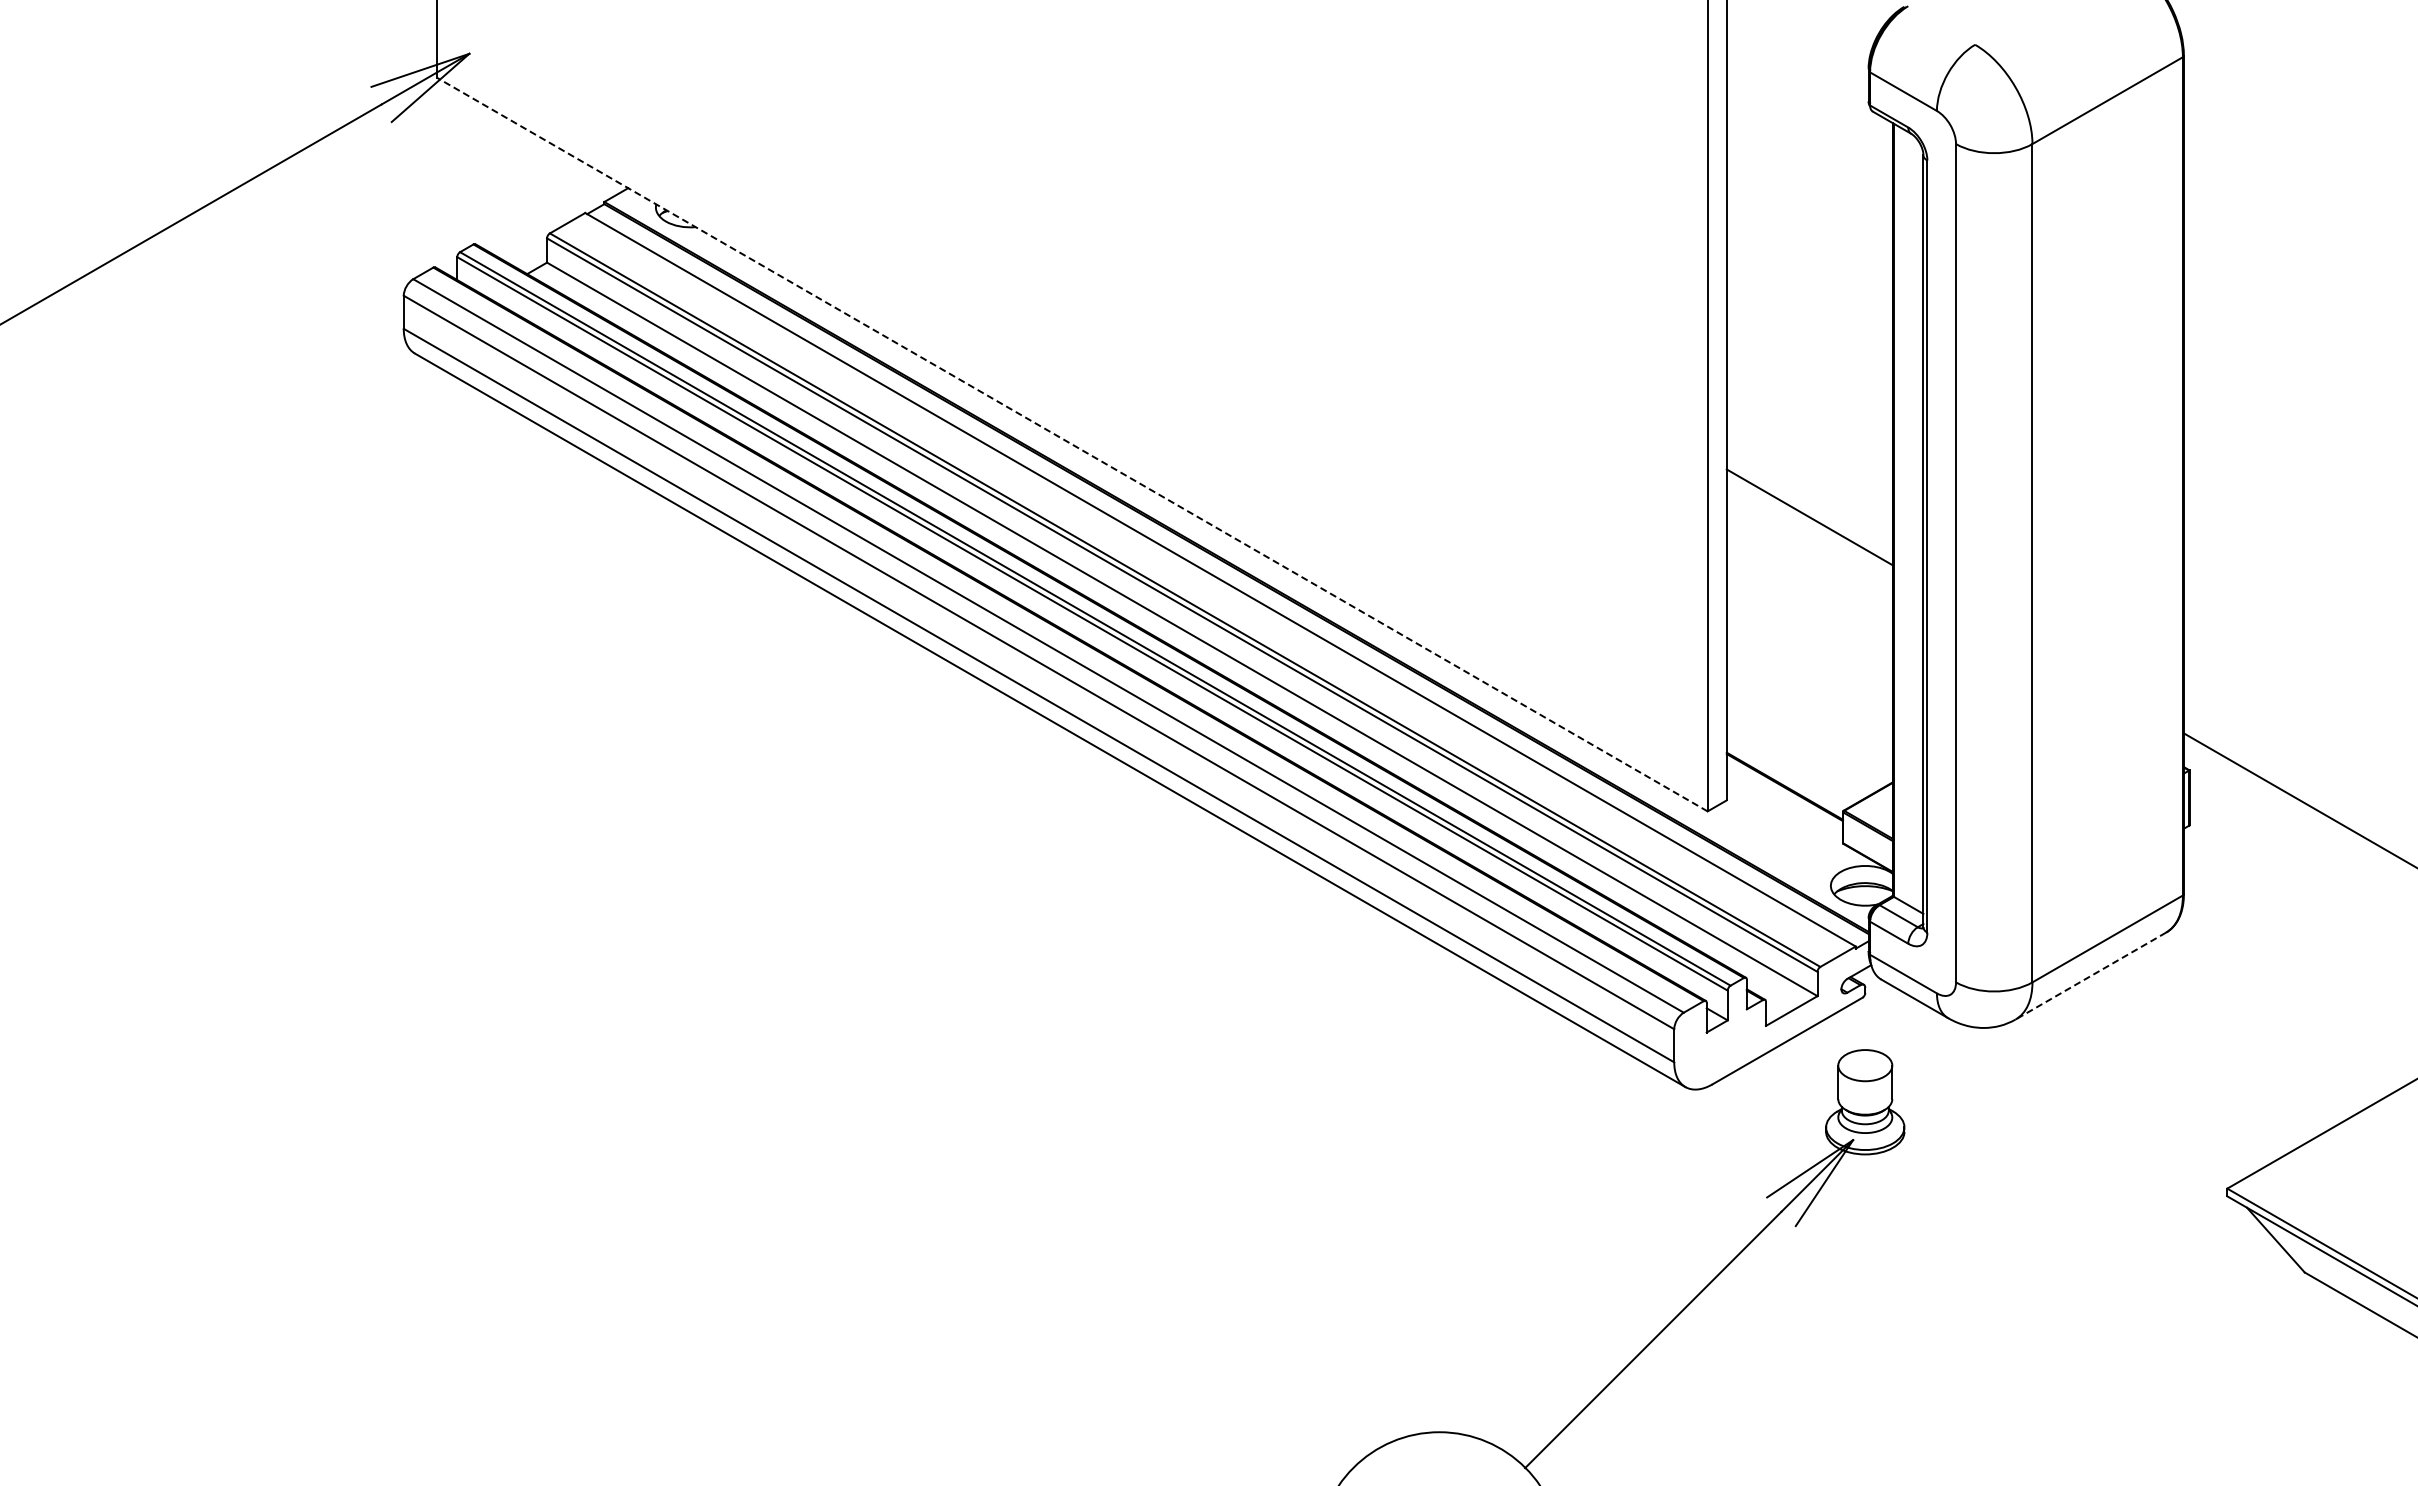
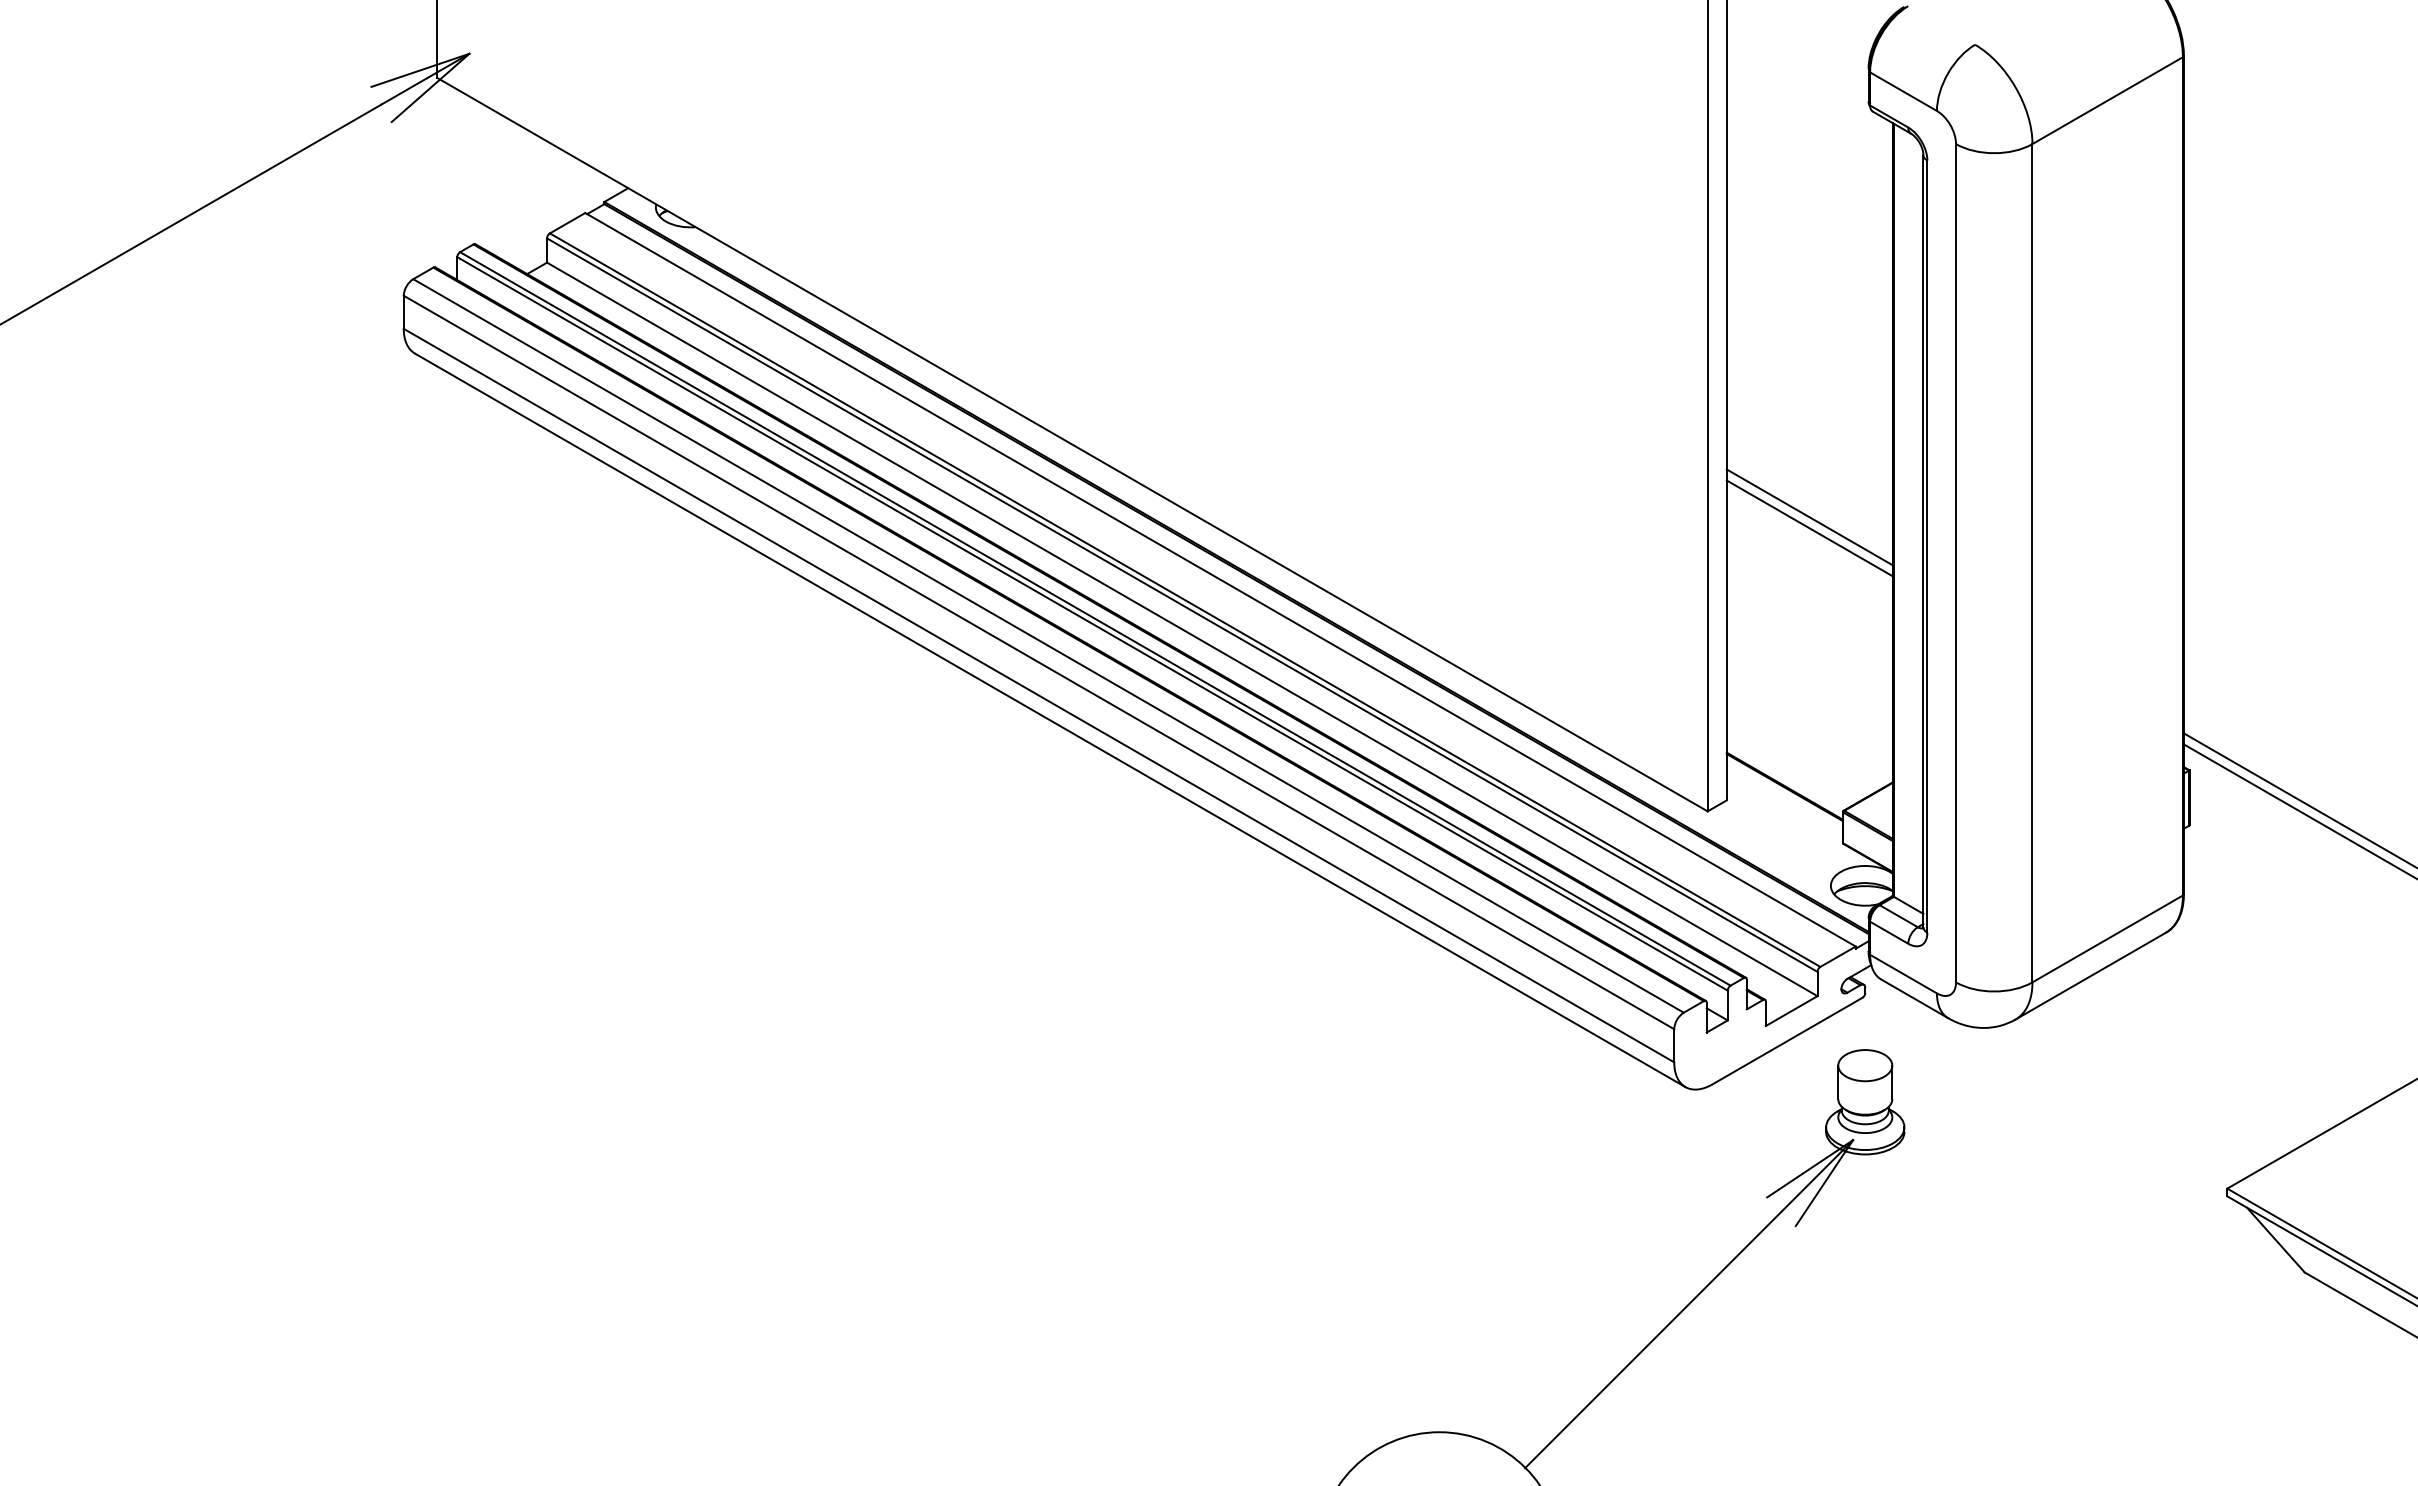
line at (1072, 444): dashed -> solid
line at (1809, 528): none -> present
line at (2298, 810): none -> present
line at (2090, 976): dashed -> solid
